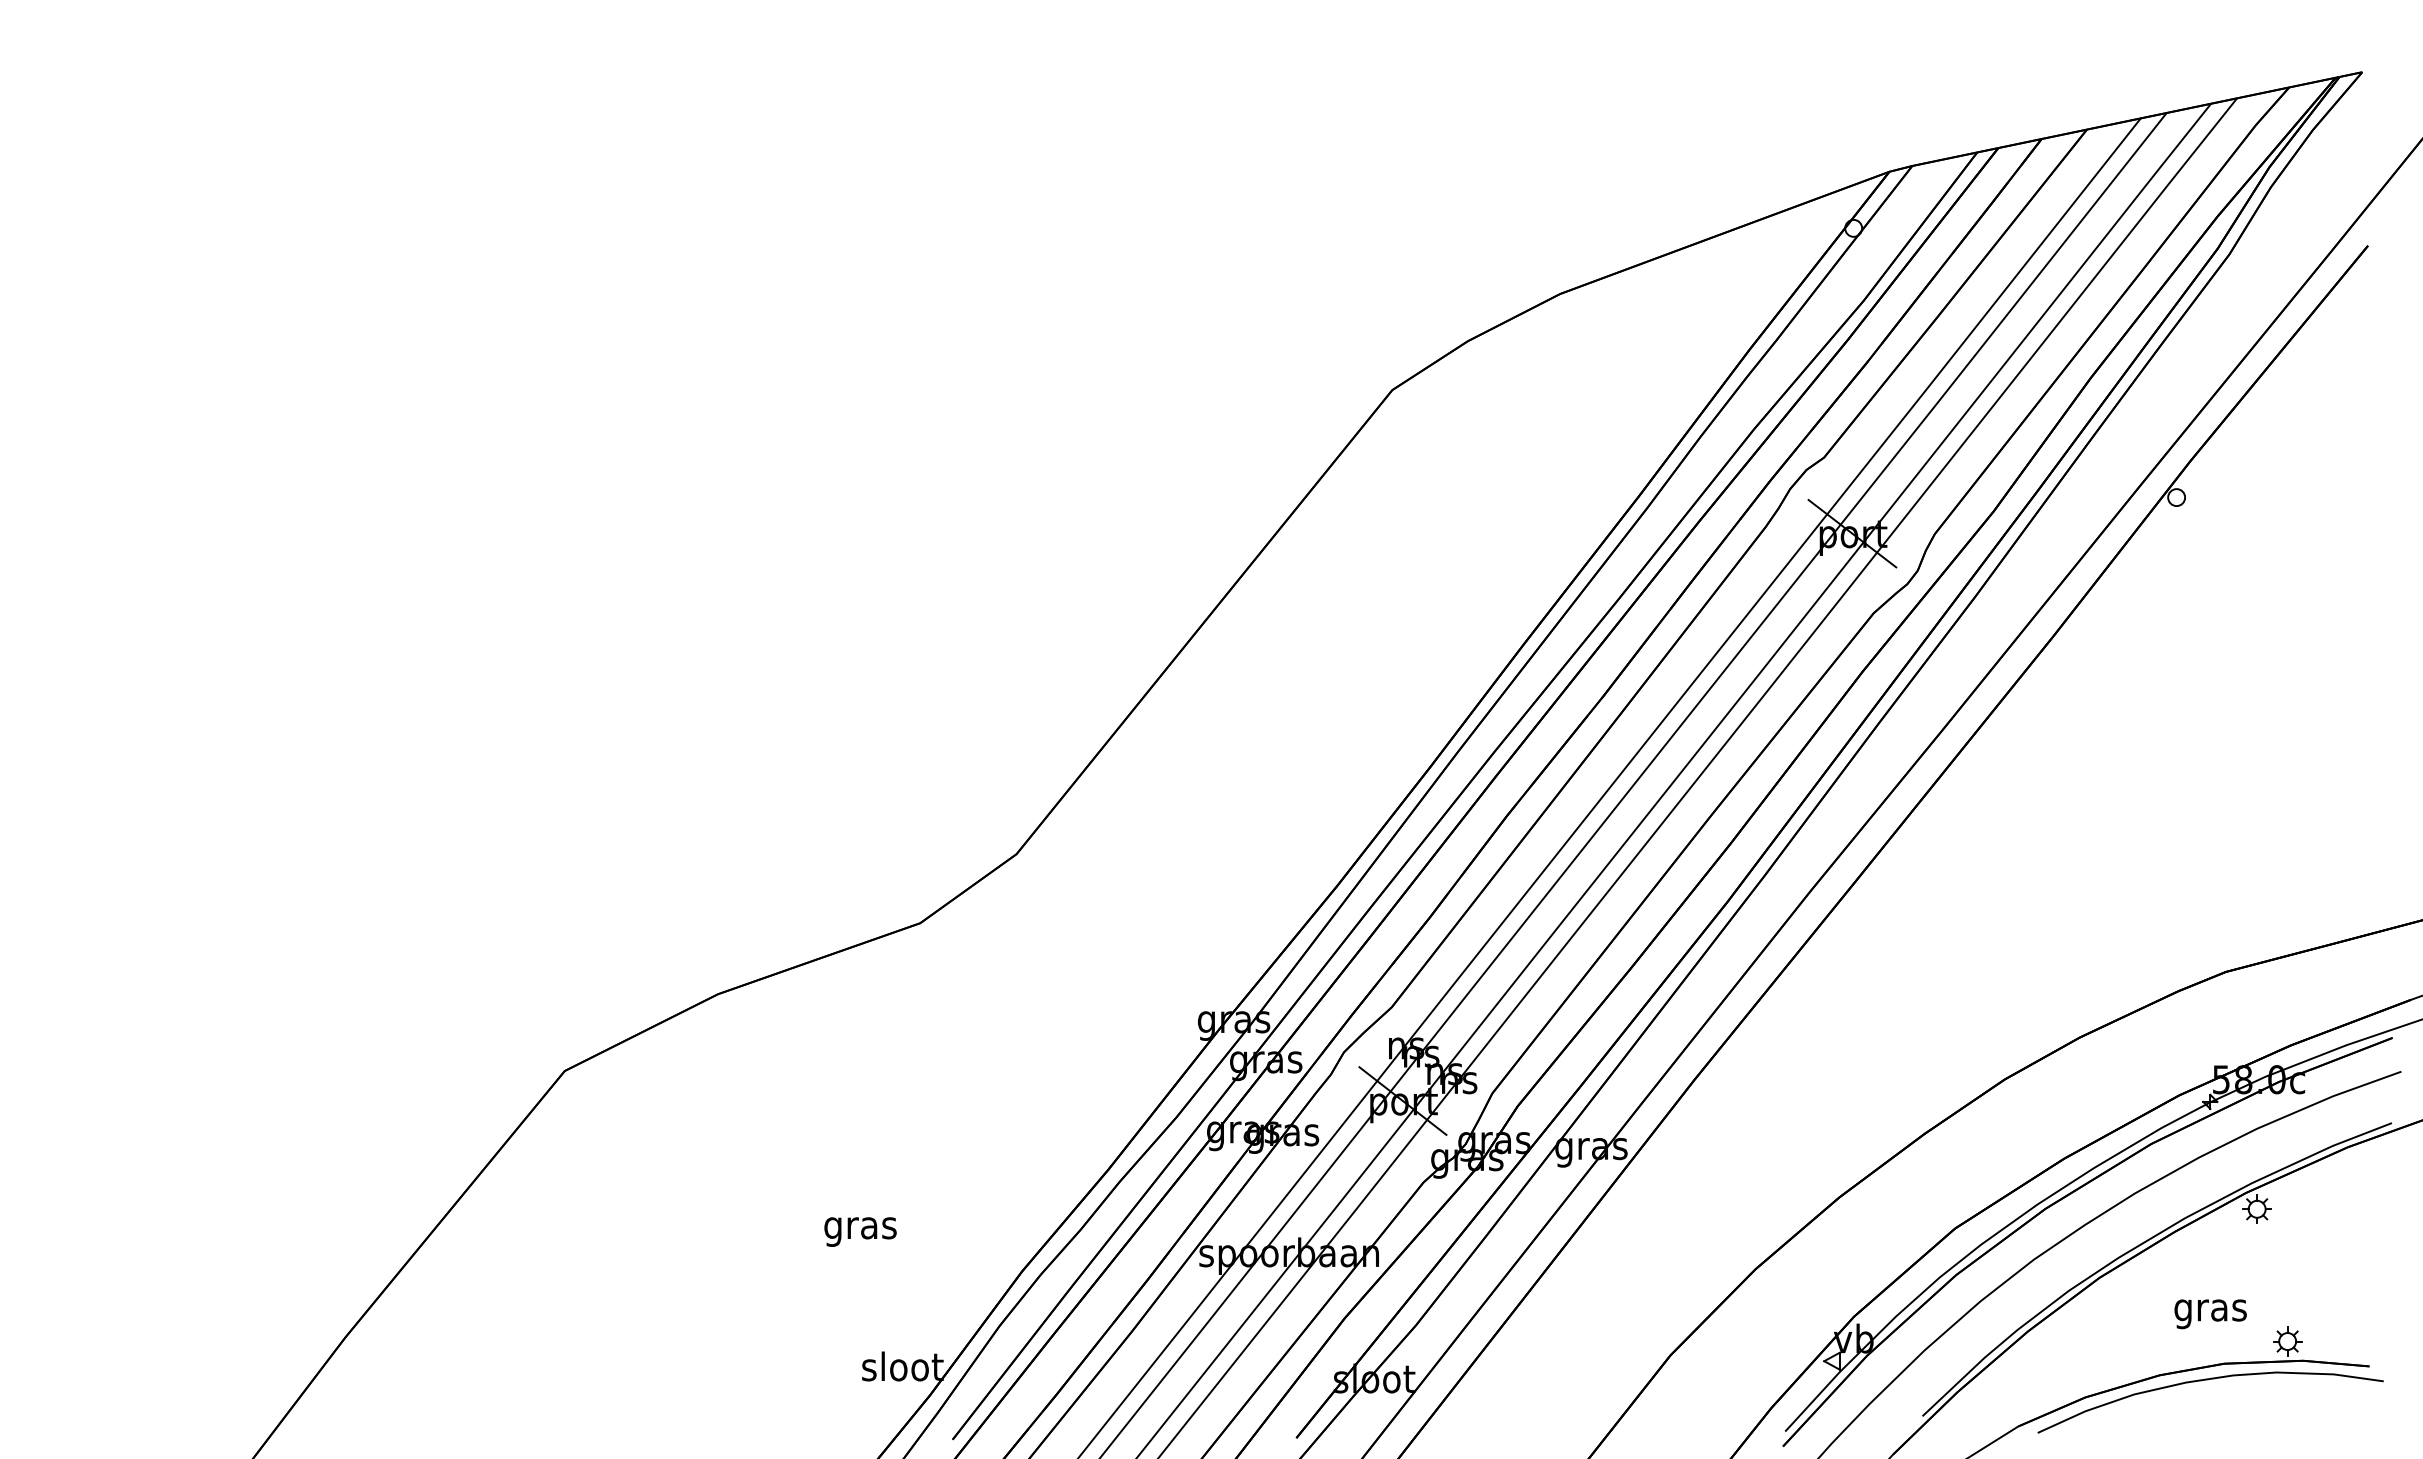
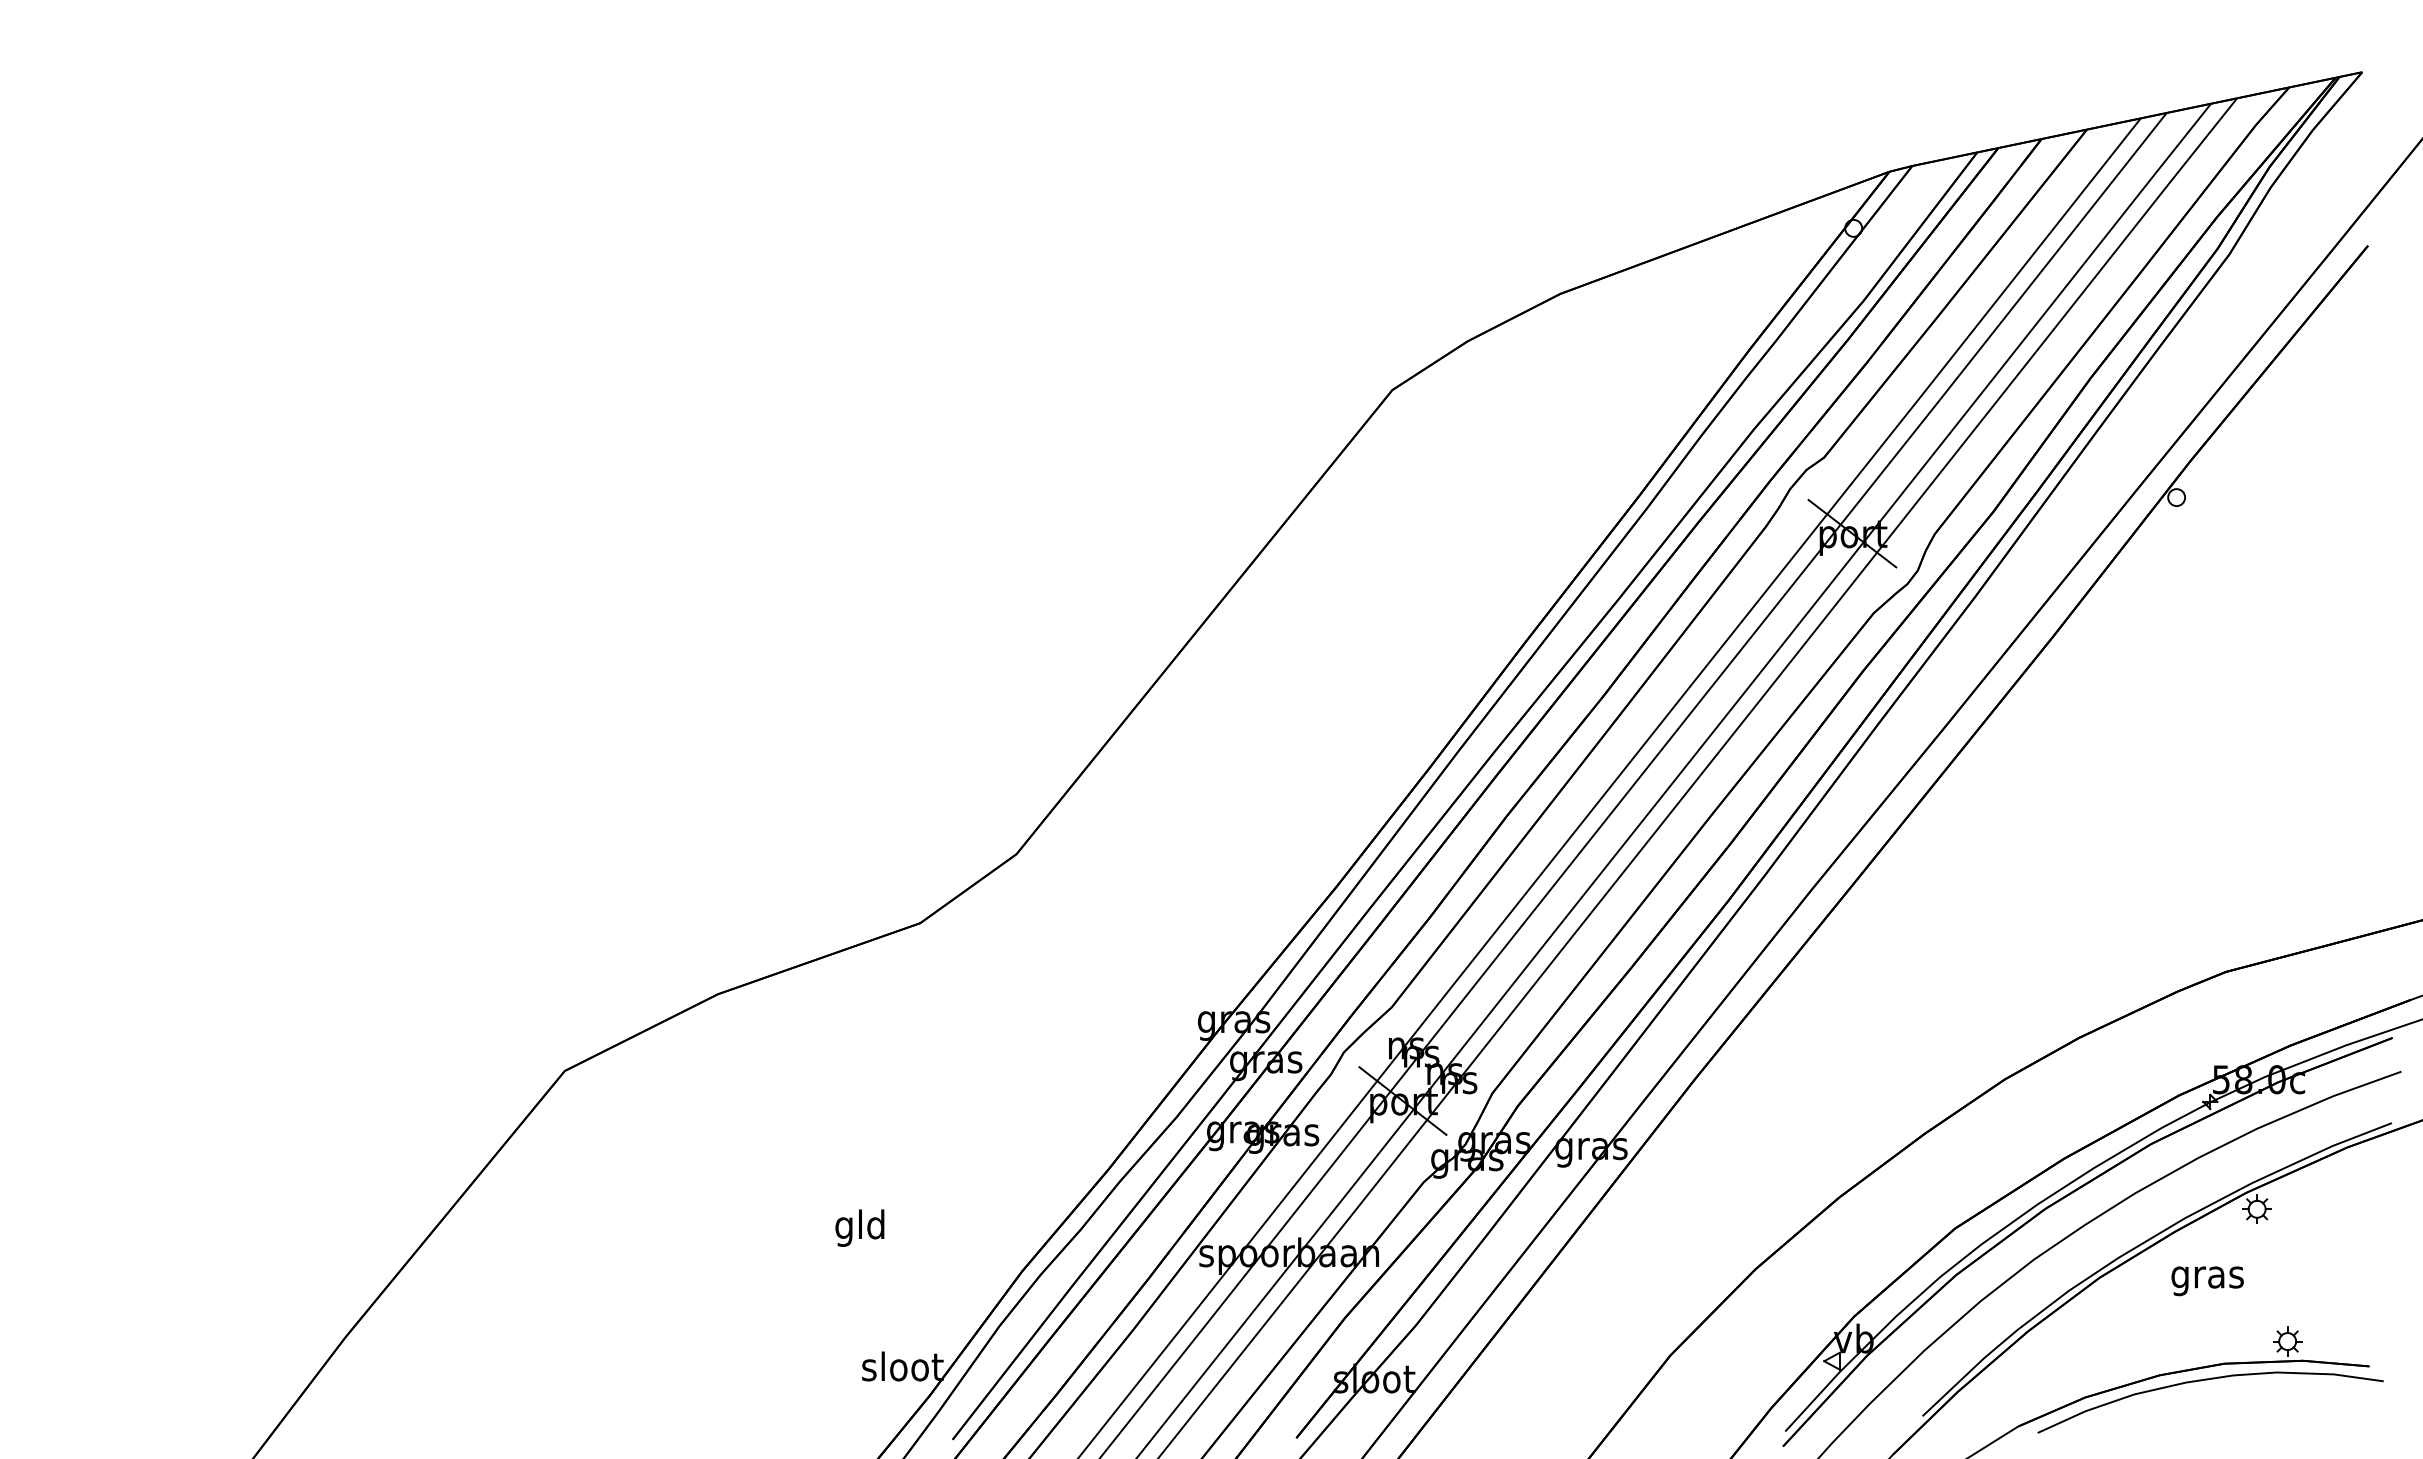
text at (860, 1227): gras -> gld
text at (2210, 1314) position: (2210, 1314) -> (2207, 1281)
